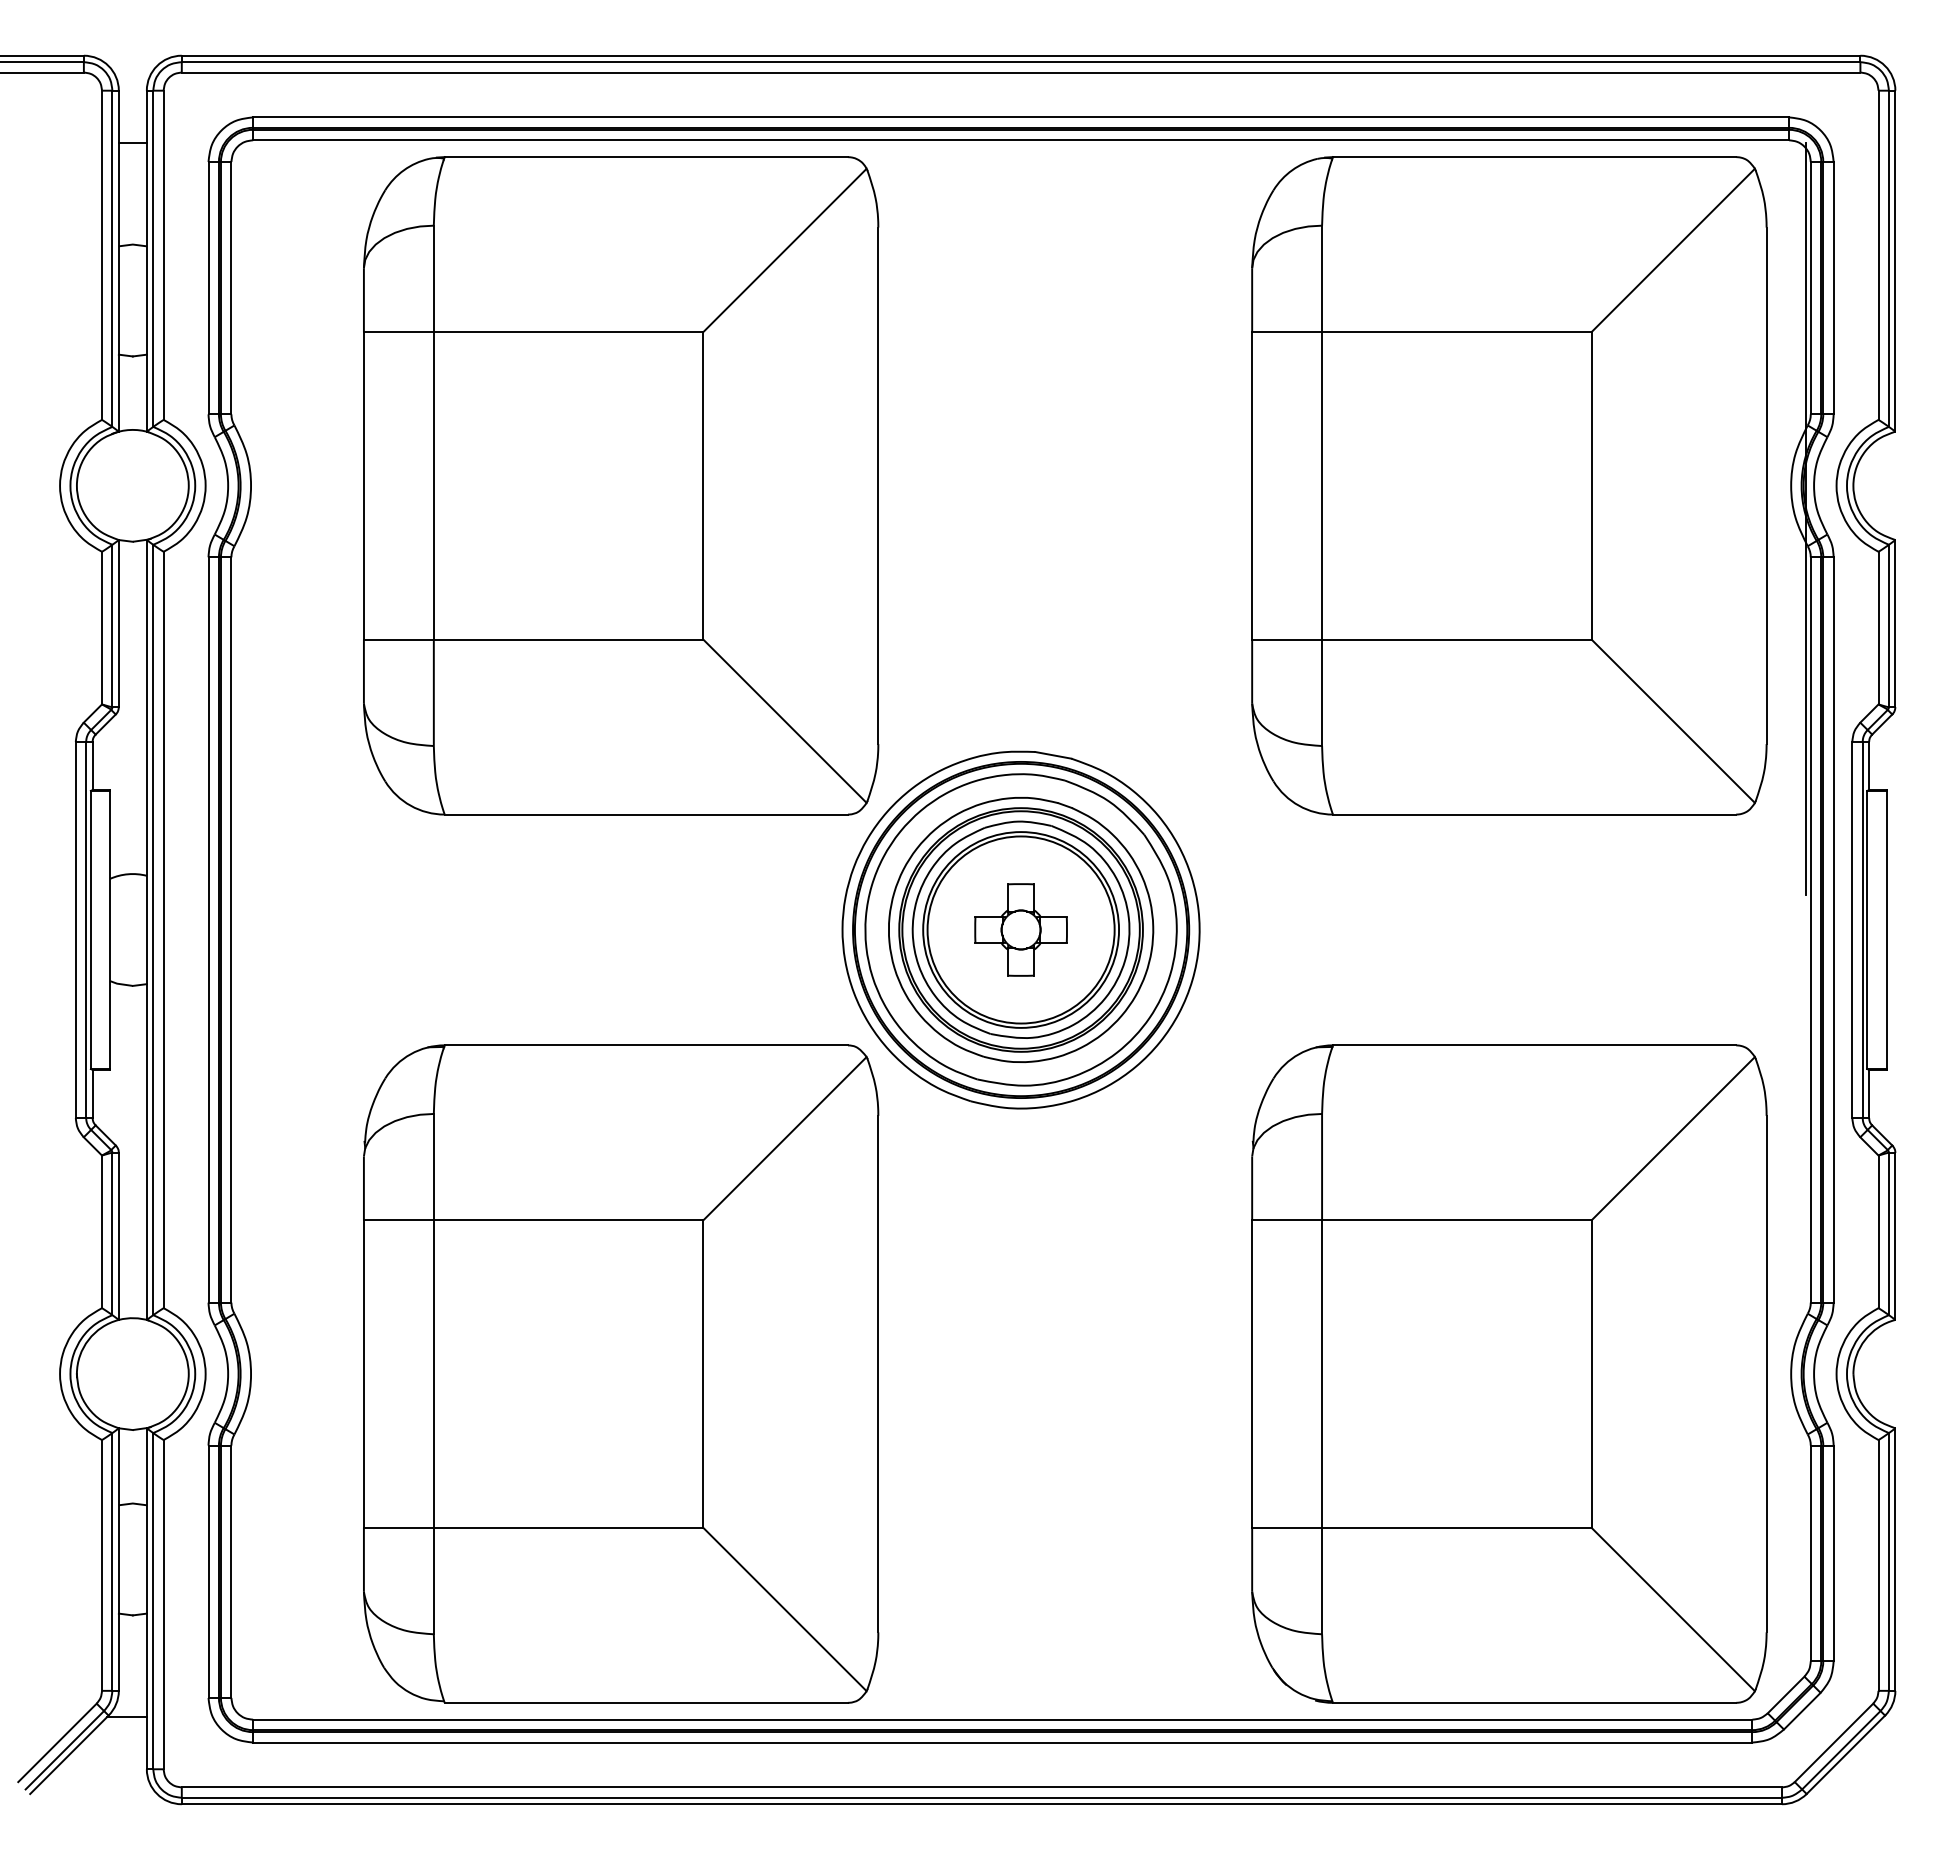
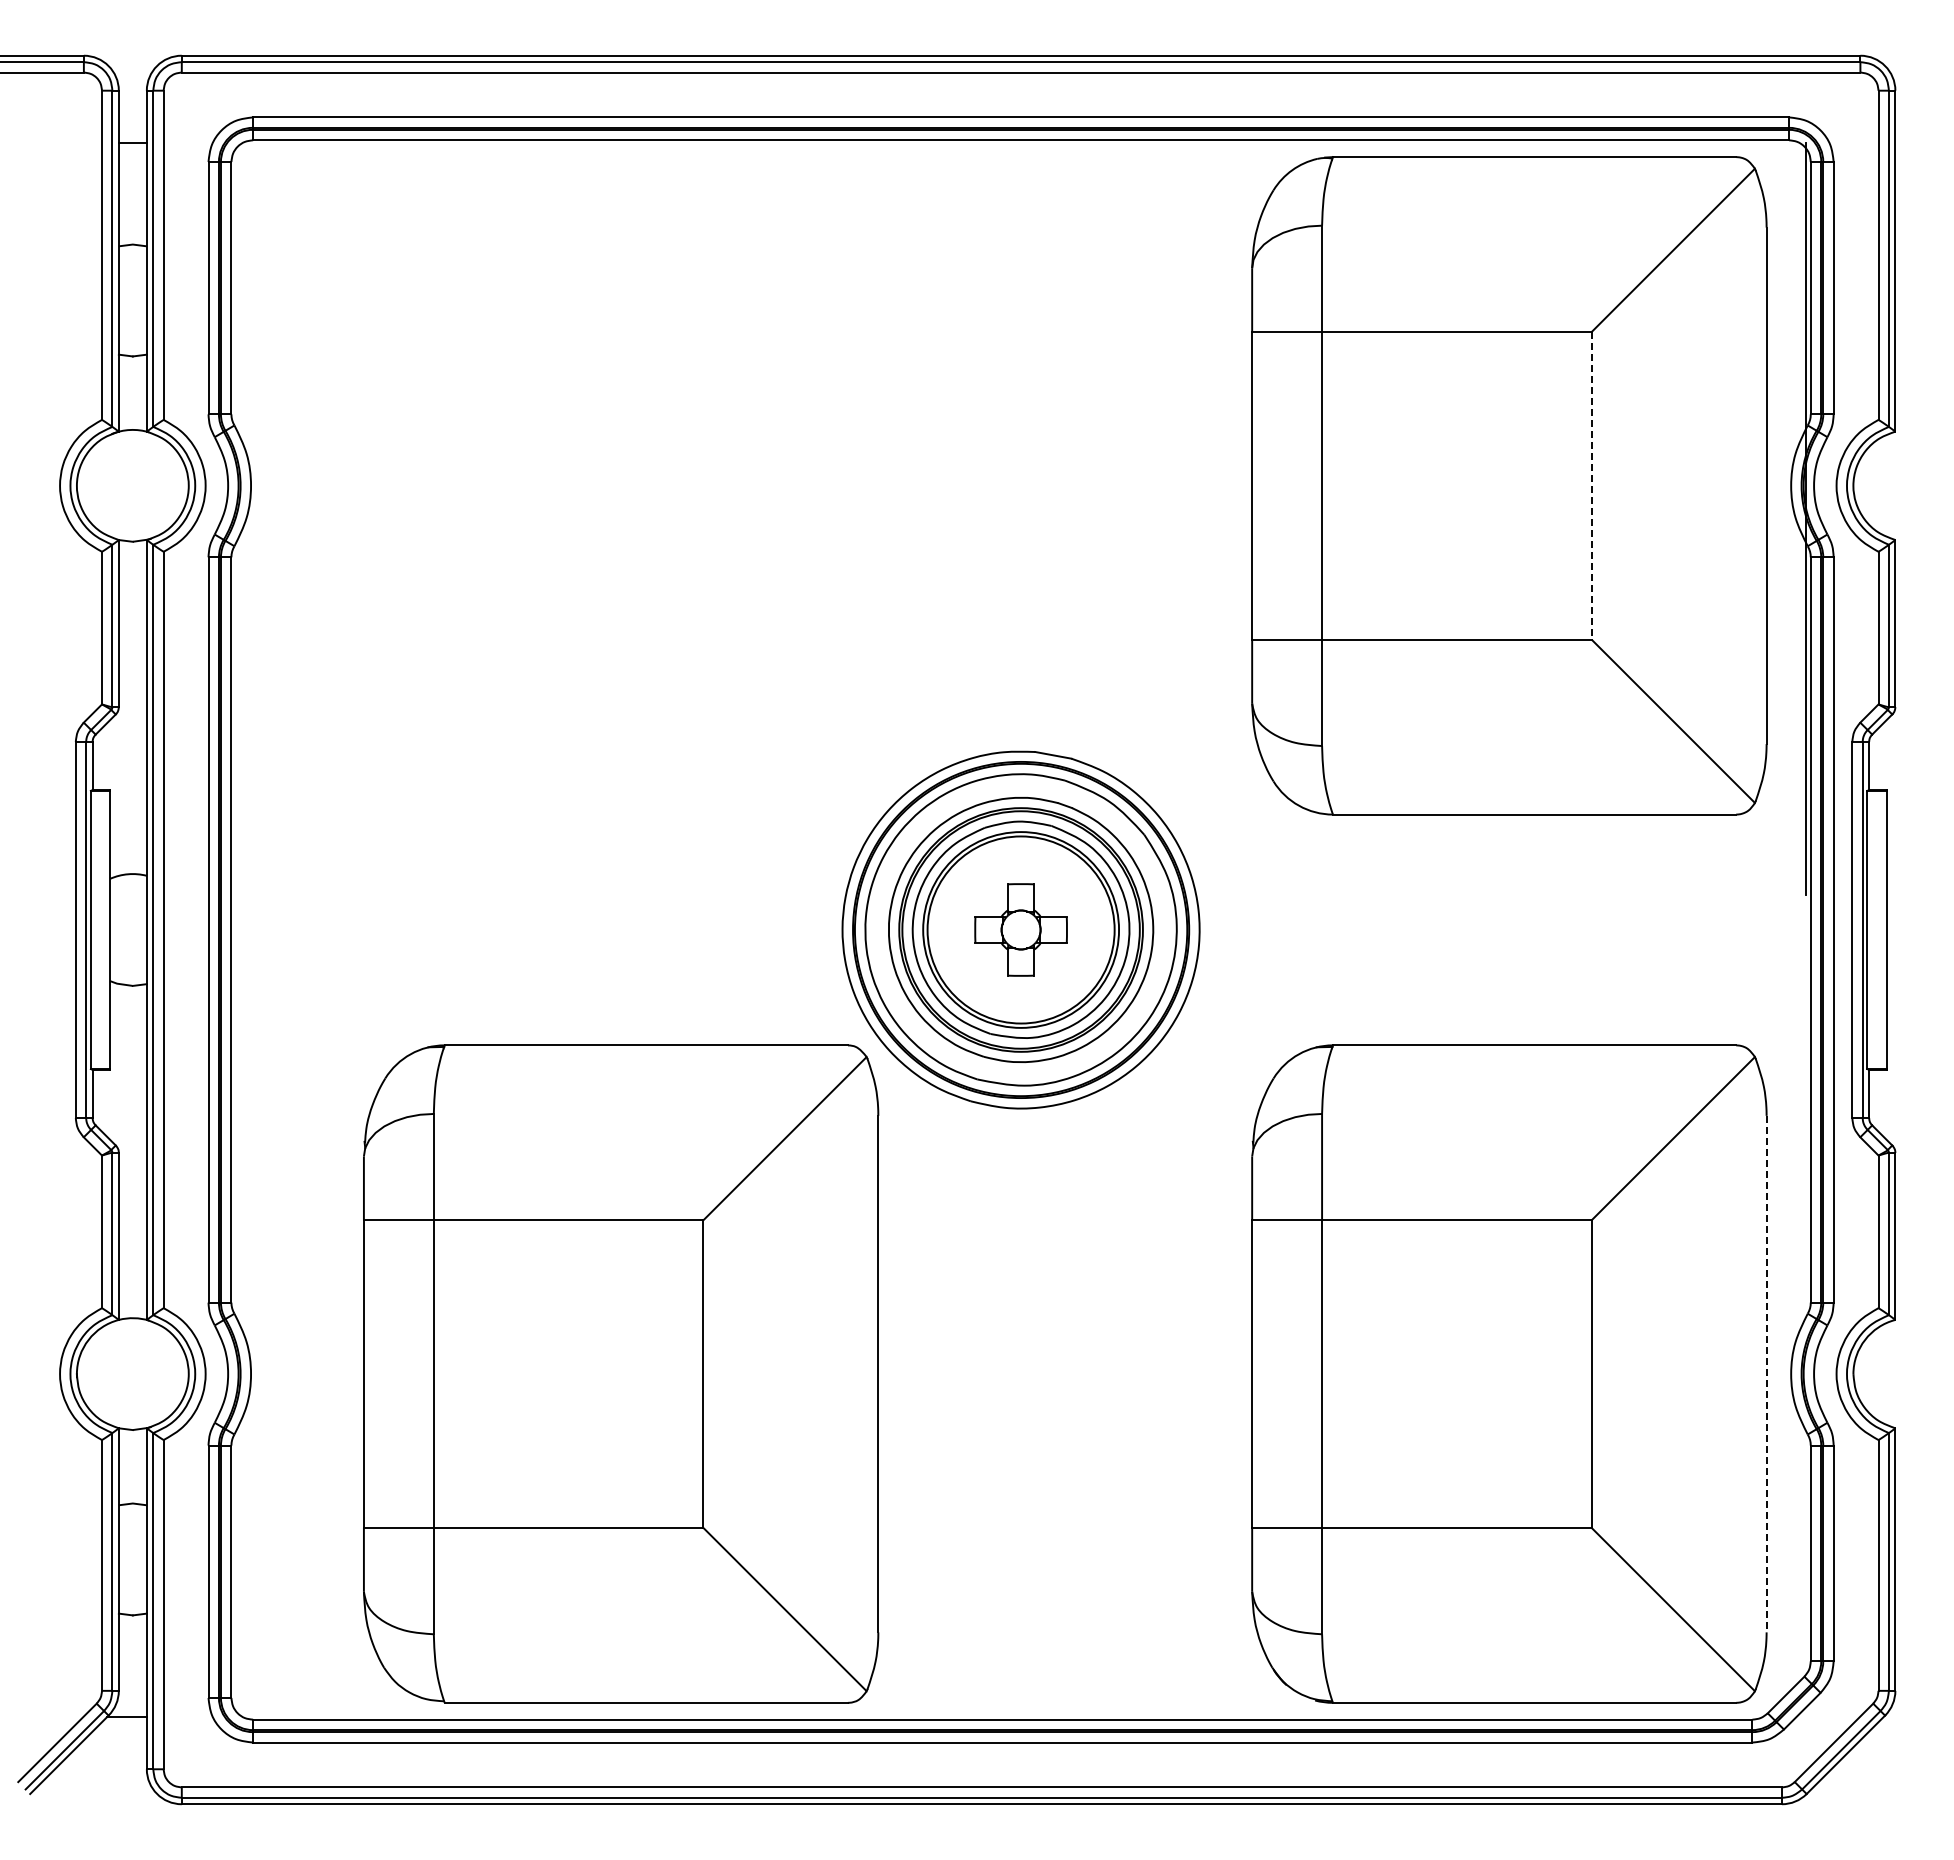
part at (621, 485): present -> none
line at (1591, 485): solid -> dashed
line at (1766, 1374): solid -> dashed
